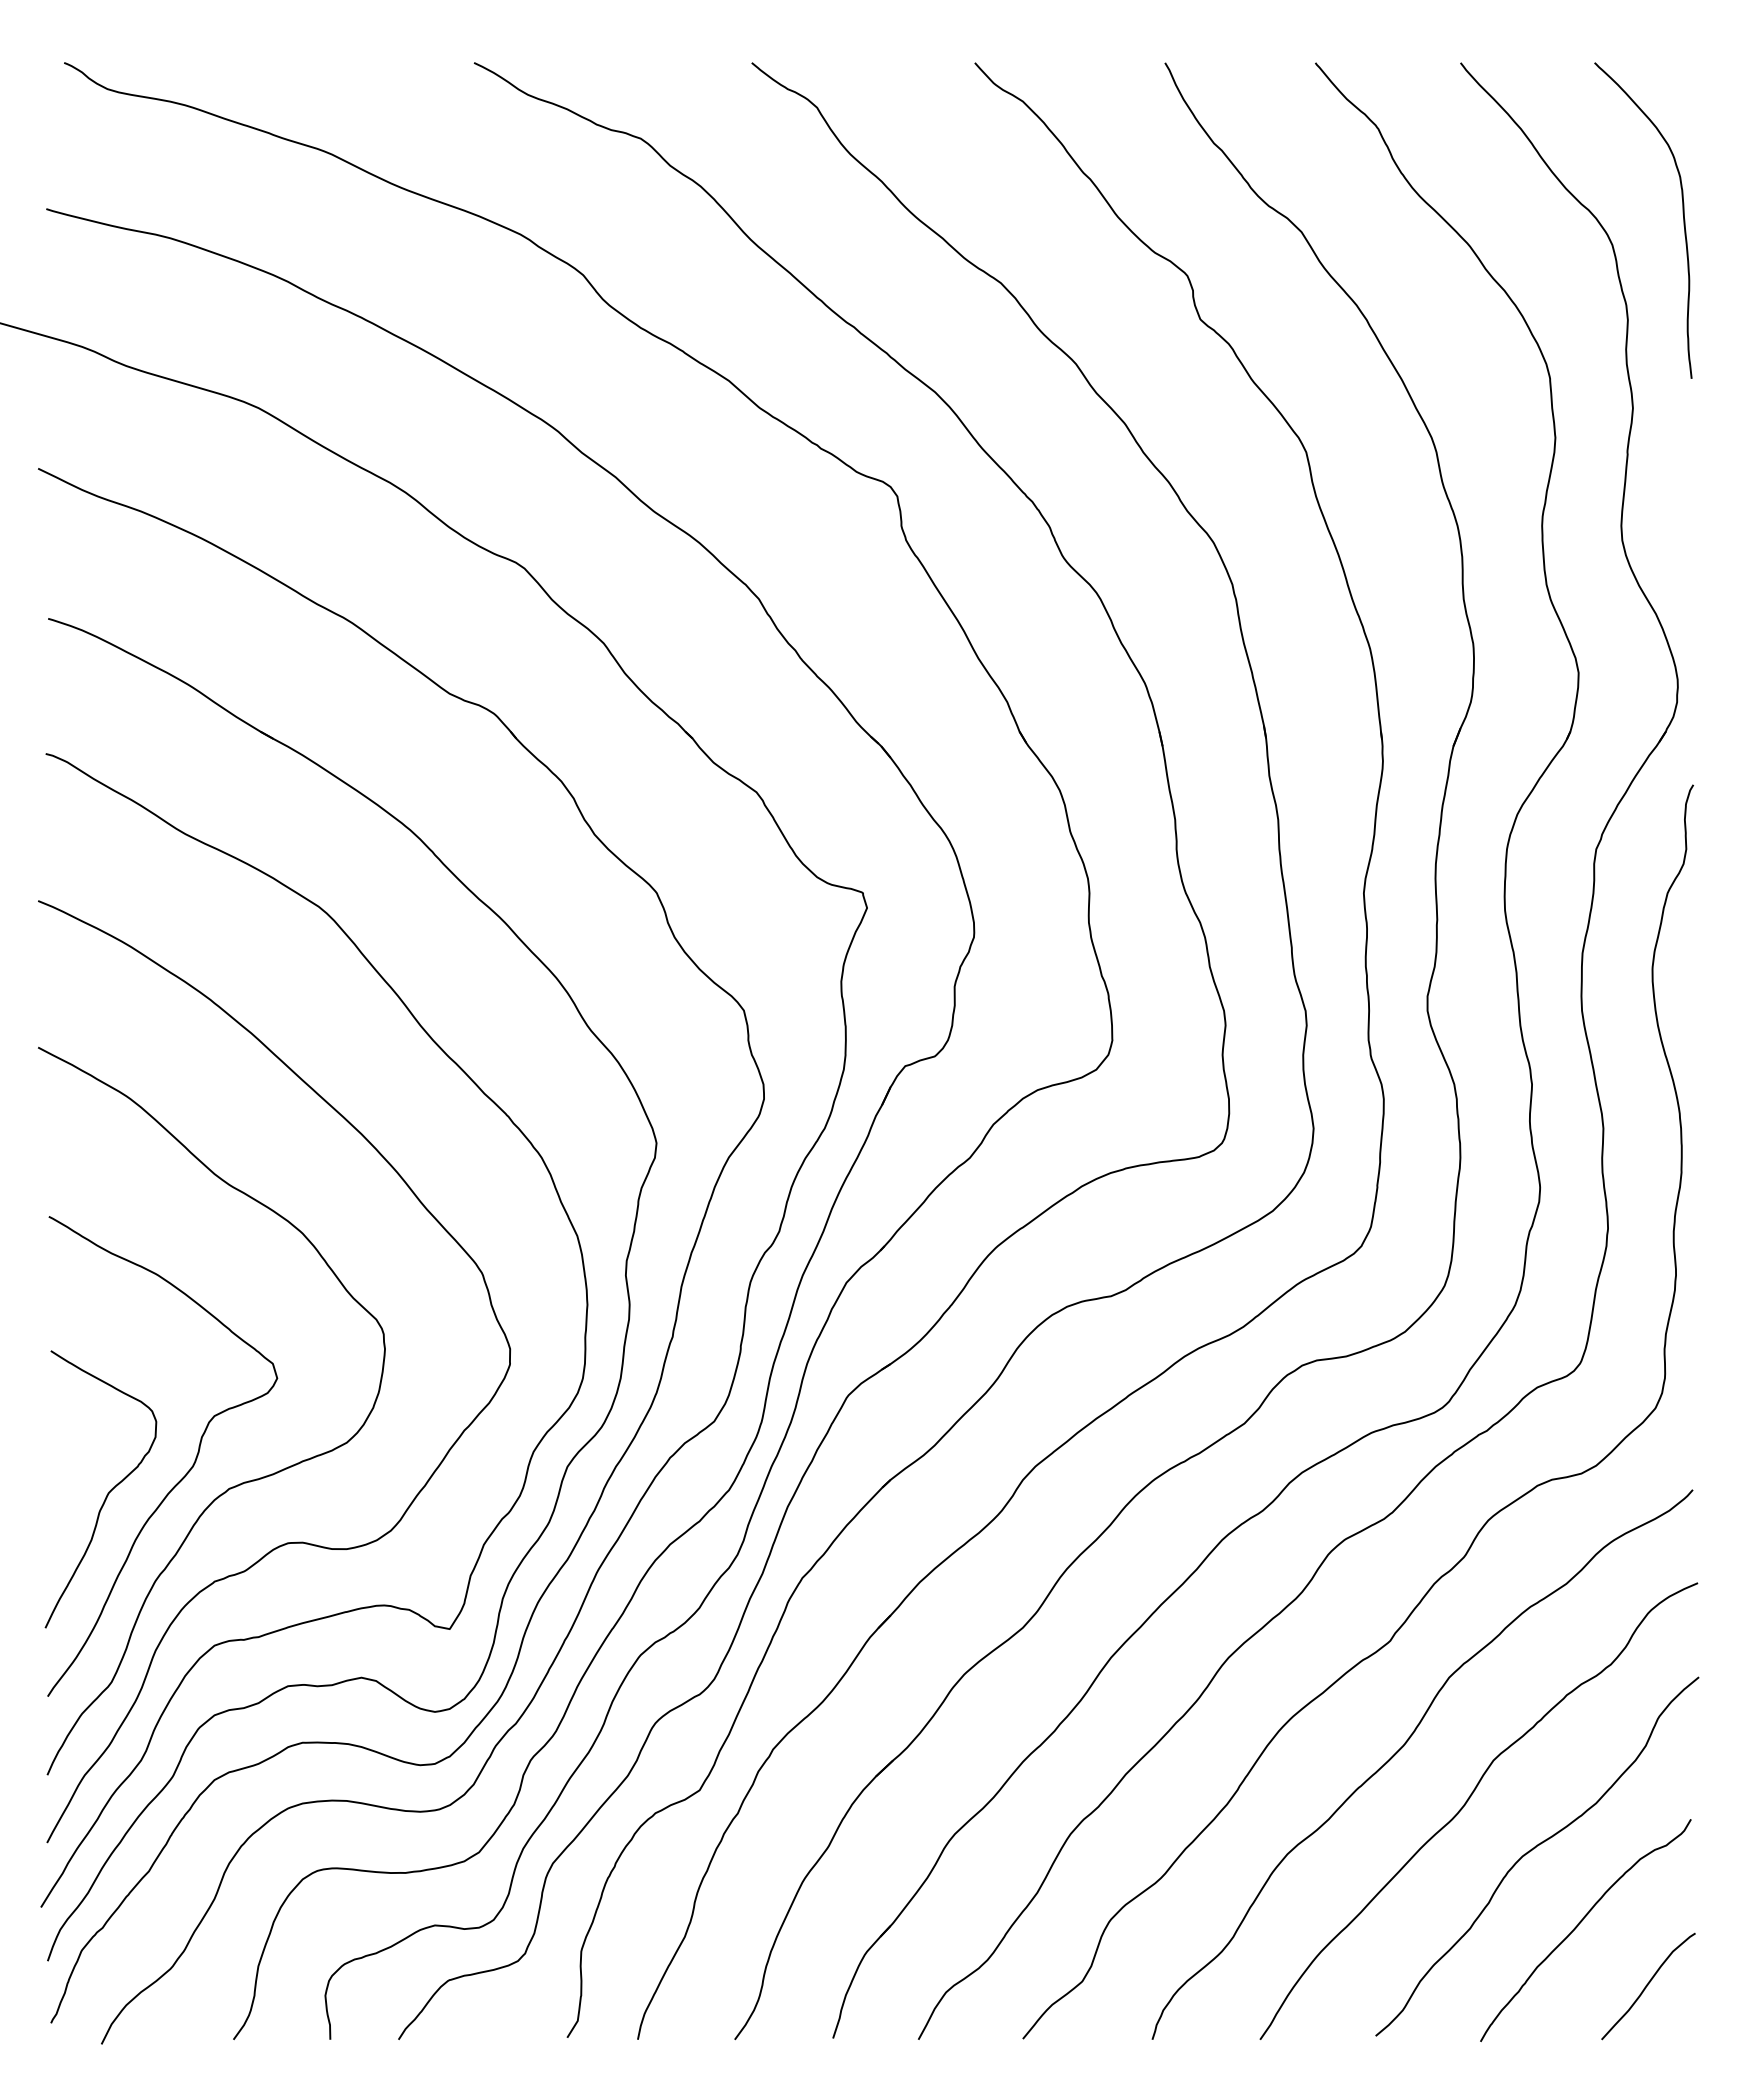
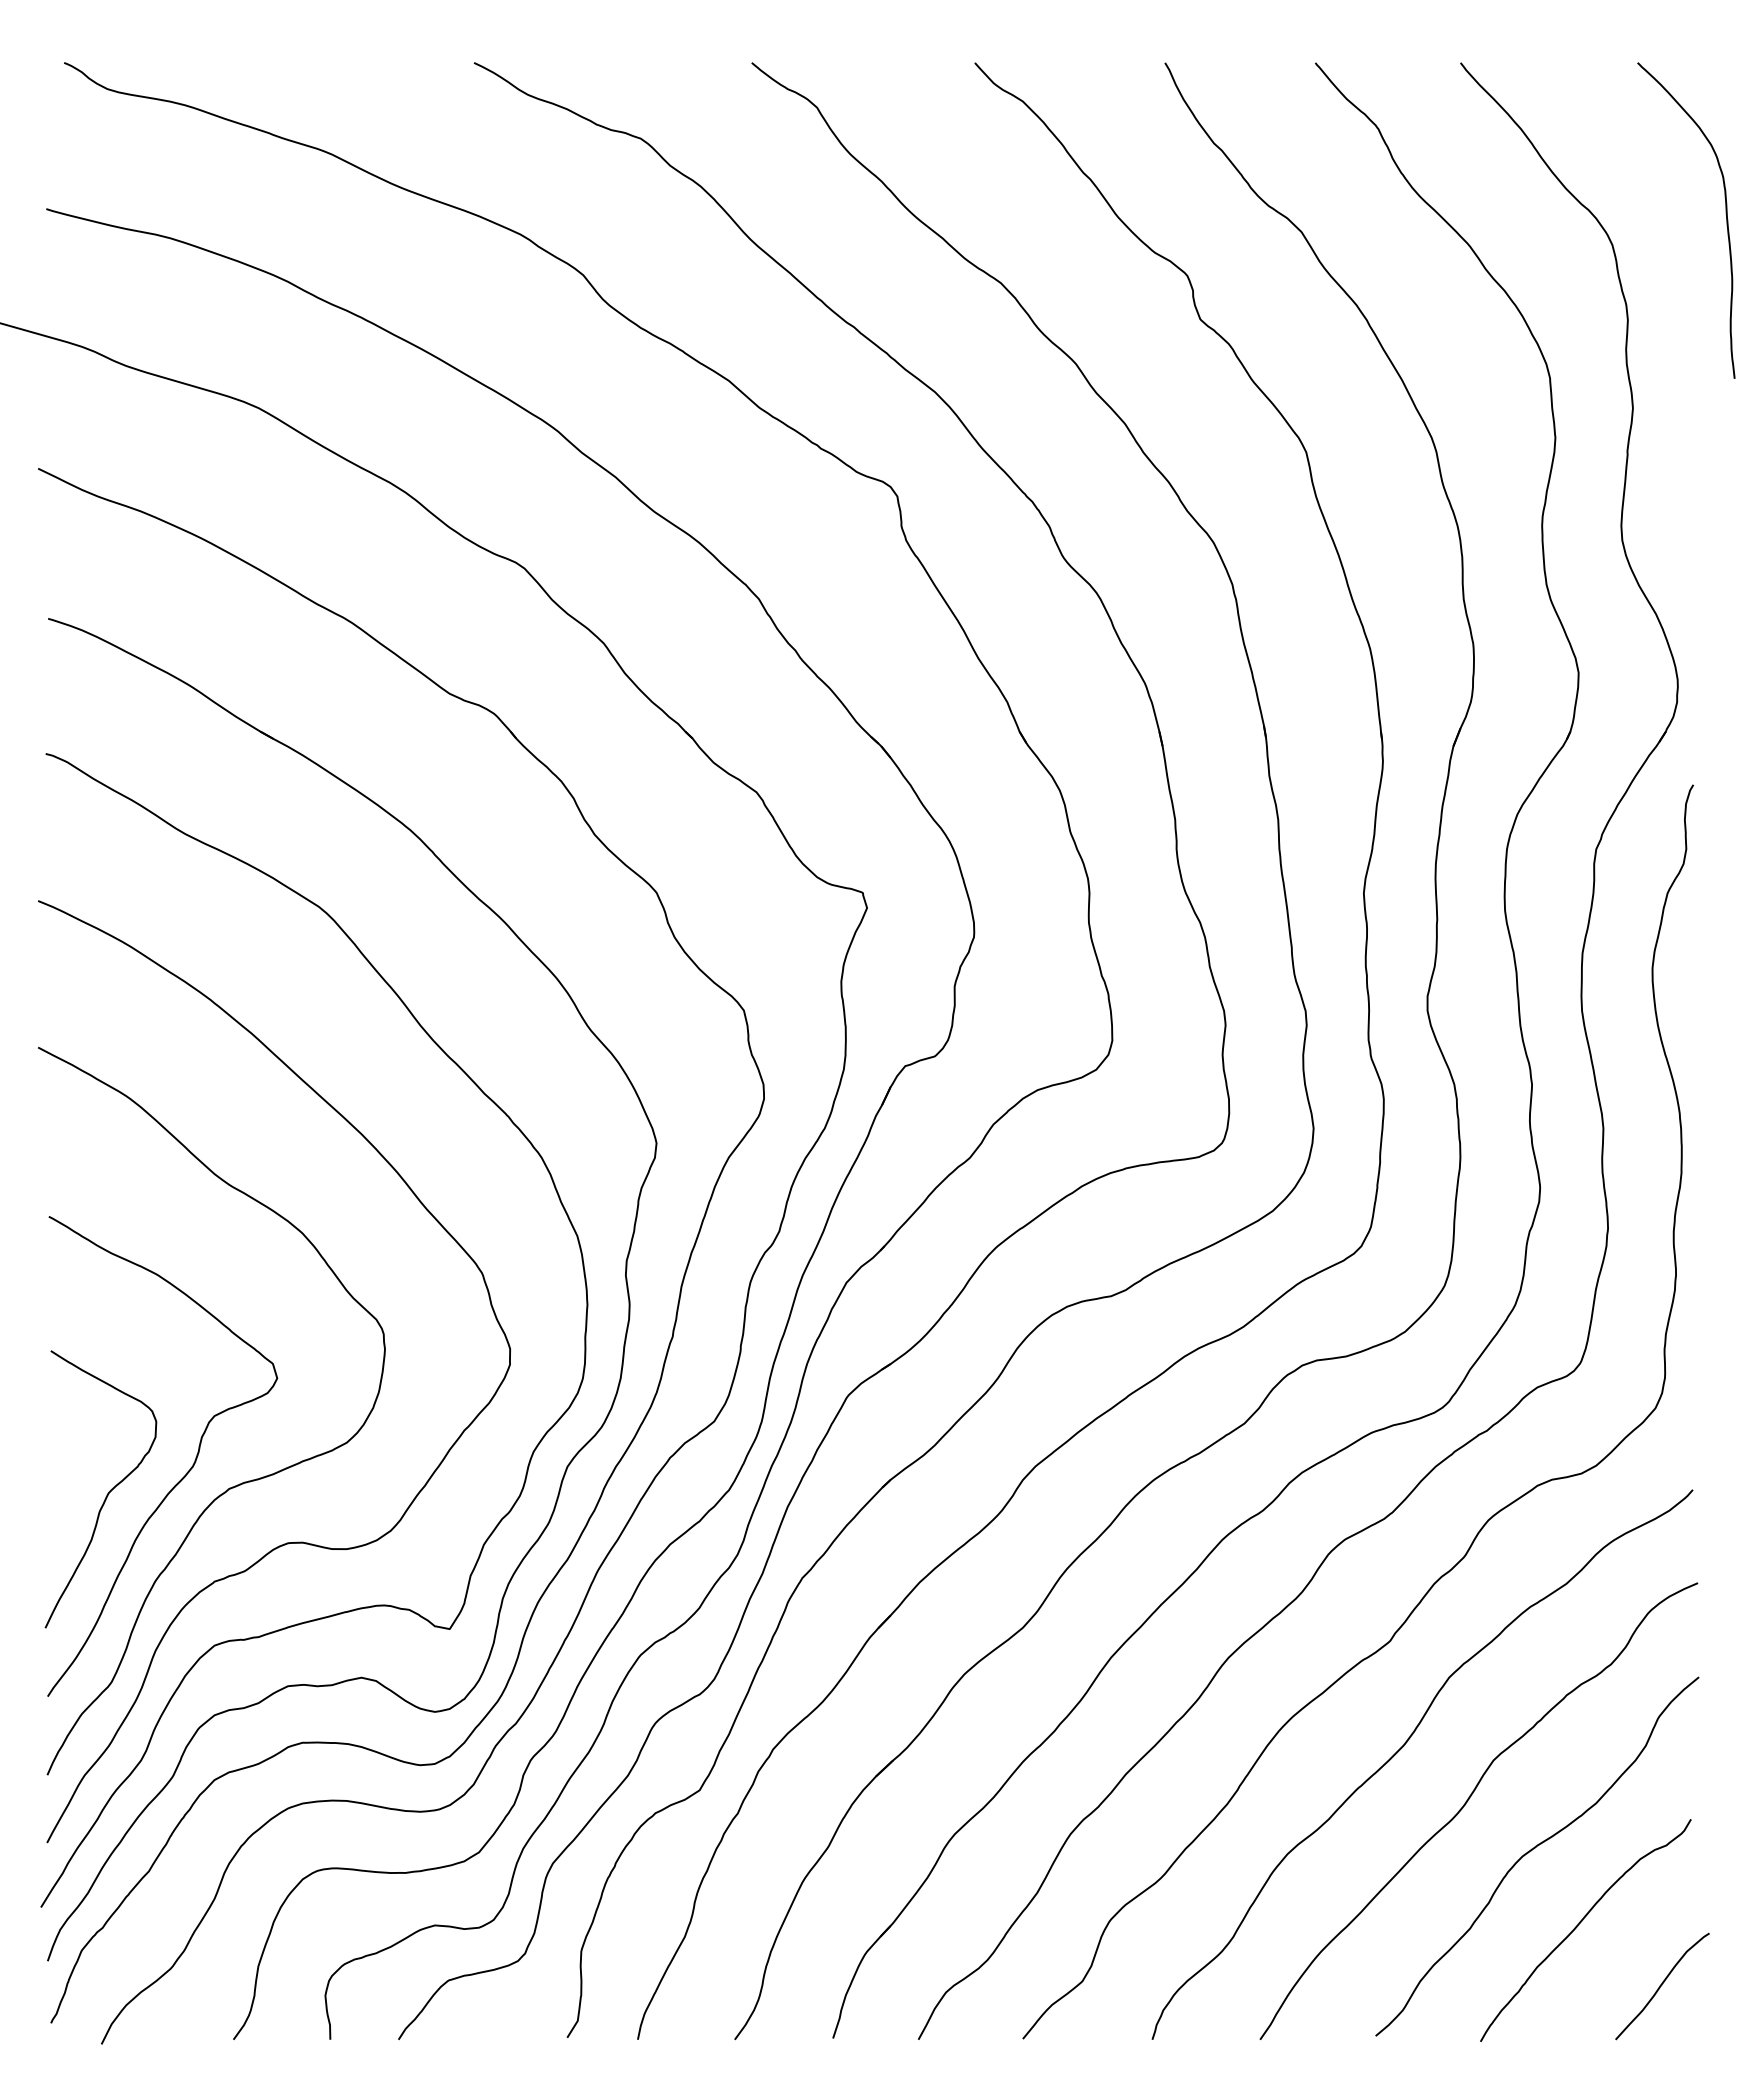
curve at (1682, 214) position: (1682, 214) -> (1725, 214)
curve at (1648, 1985) position: (1648, 1985) -> (1662, 1985)
